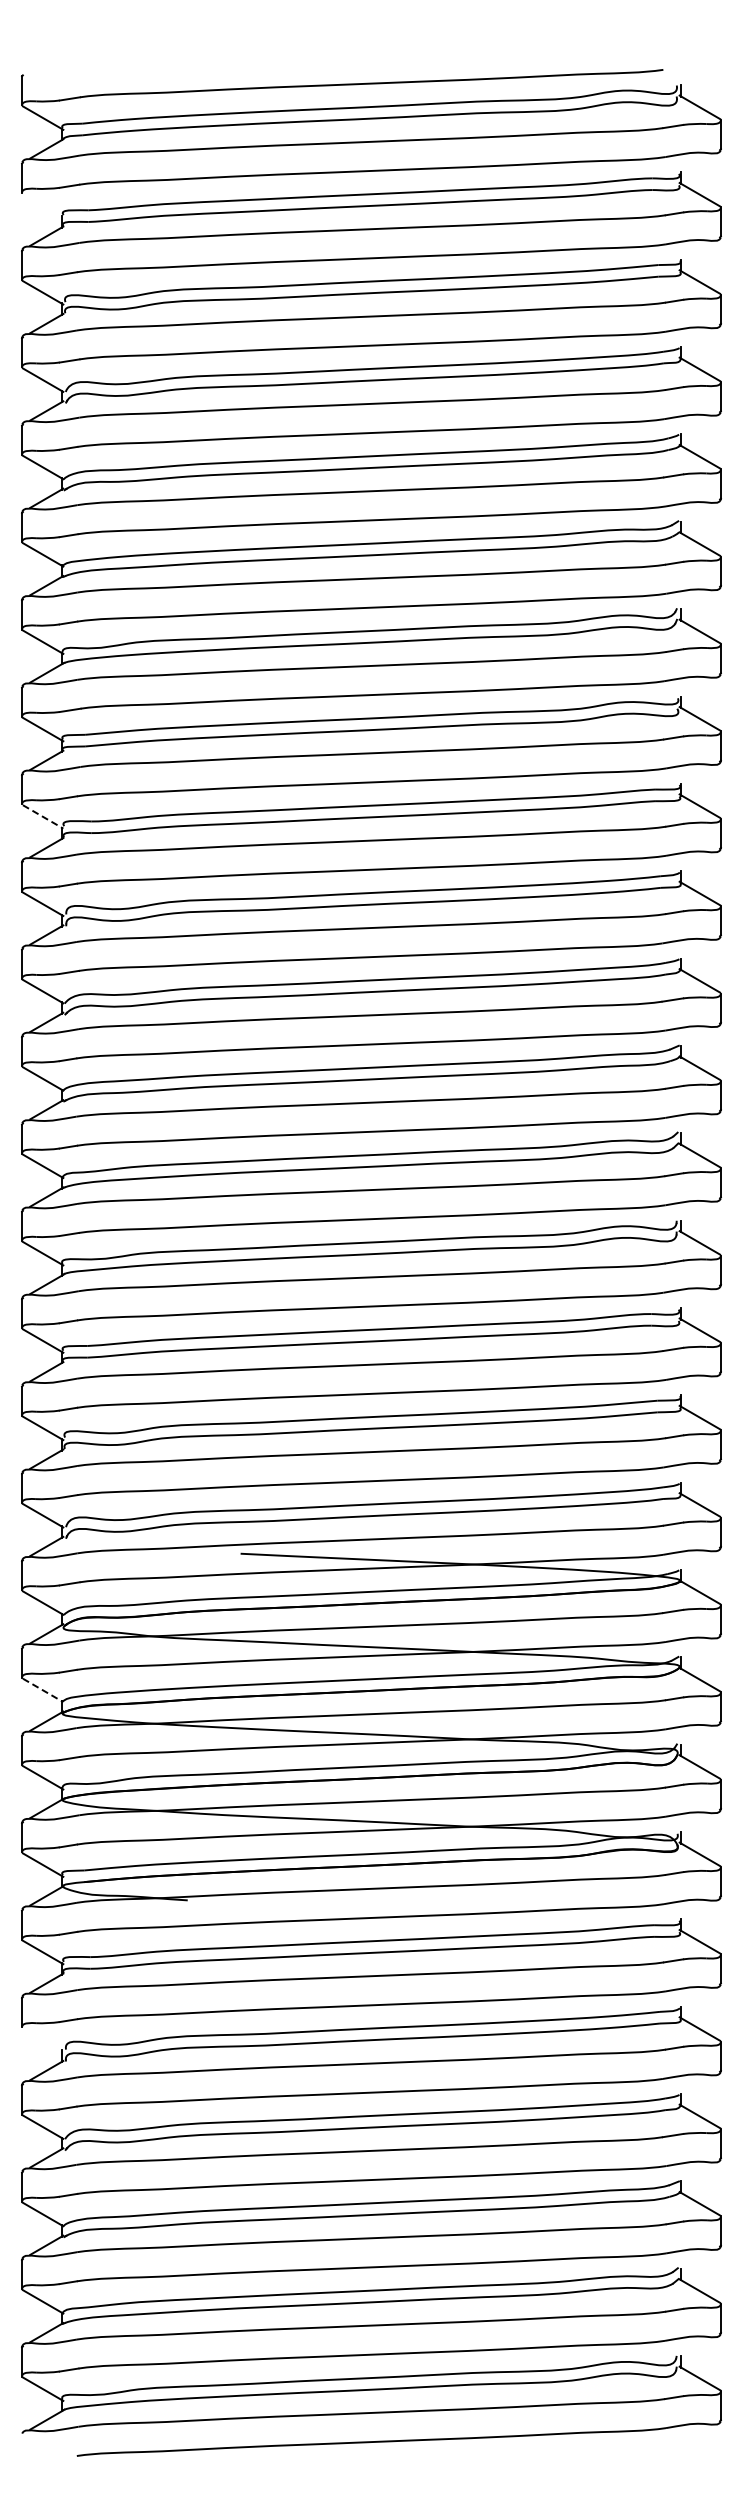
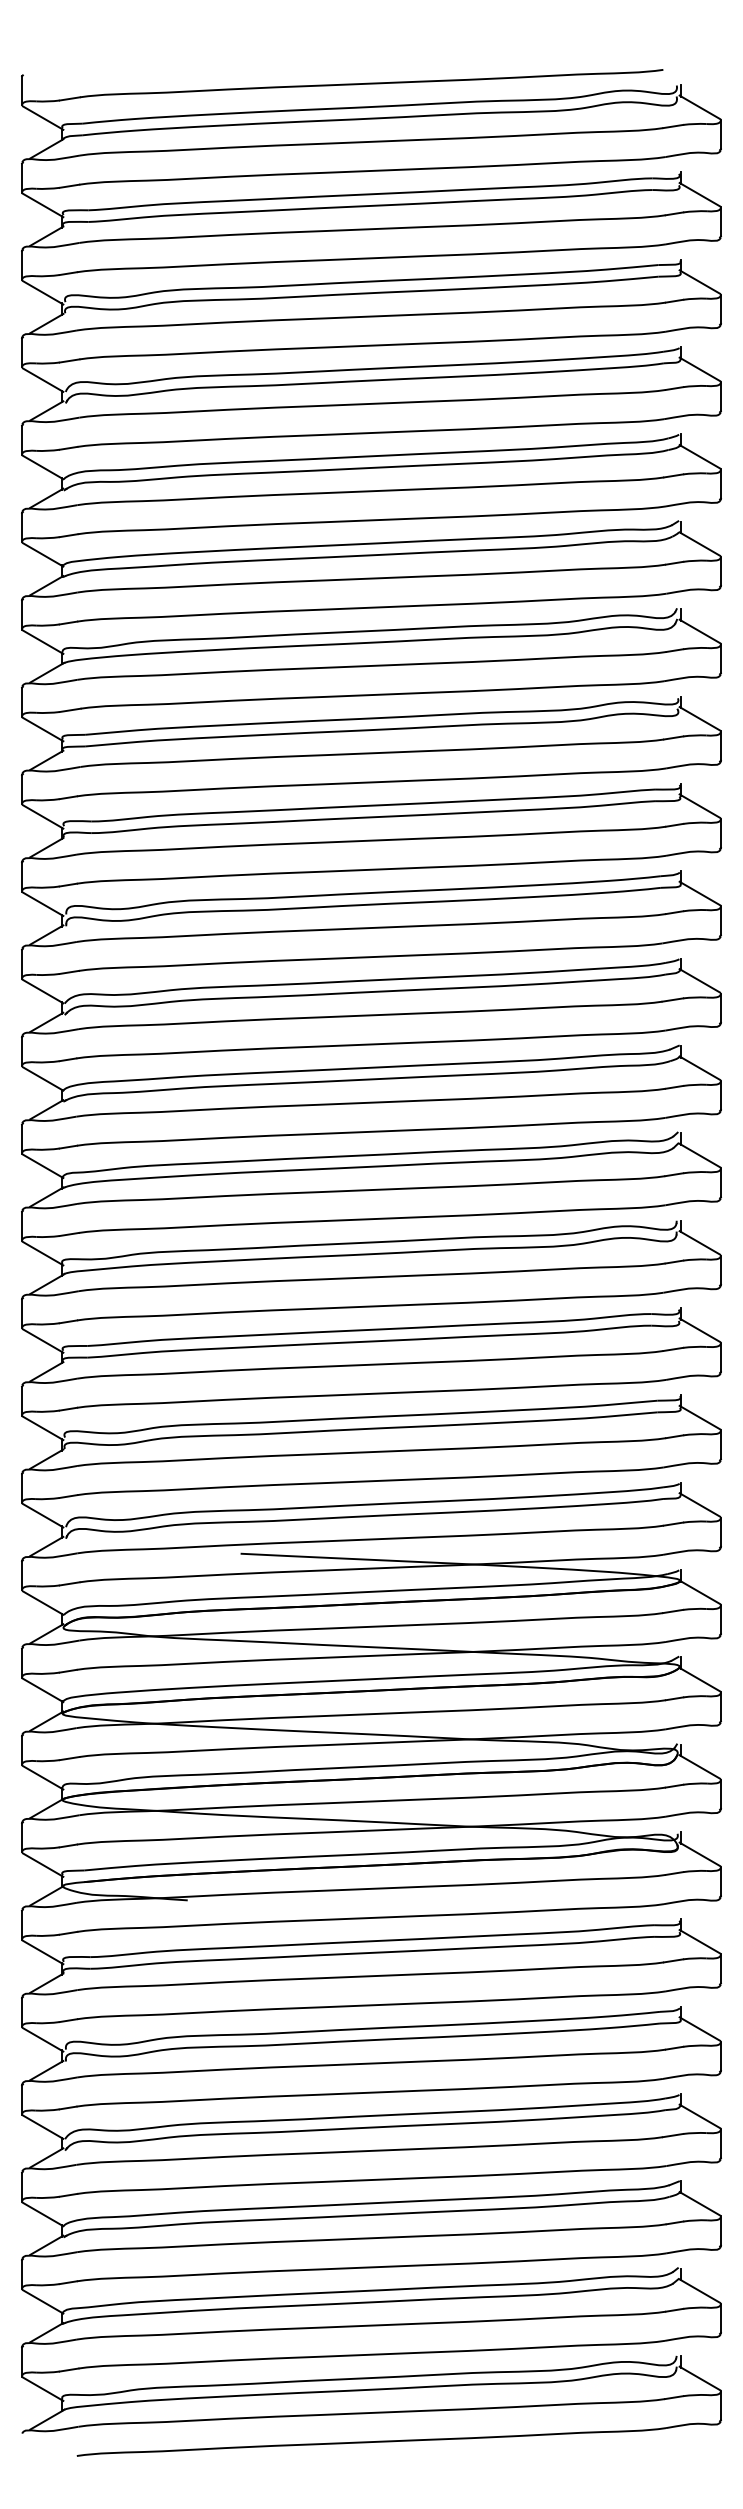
line at (42, 205): none -> present
line at (43, 817): dashed -> solid
line at (43, 1690): dashed -> solid
line at (42, 2039): none -> present
